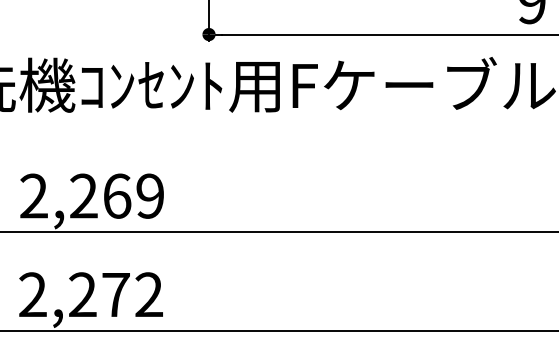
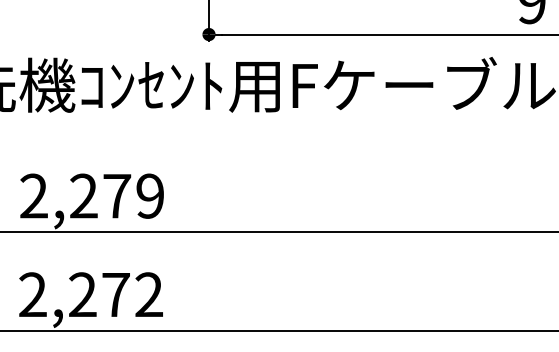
text at (117, 195): 2,269 -> 2,279
